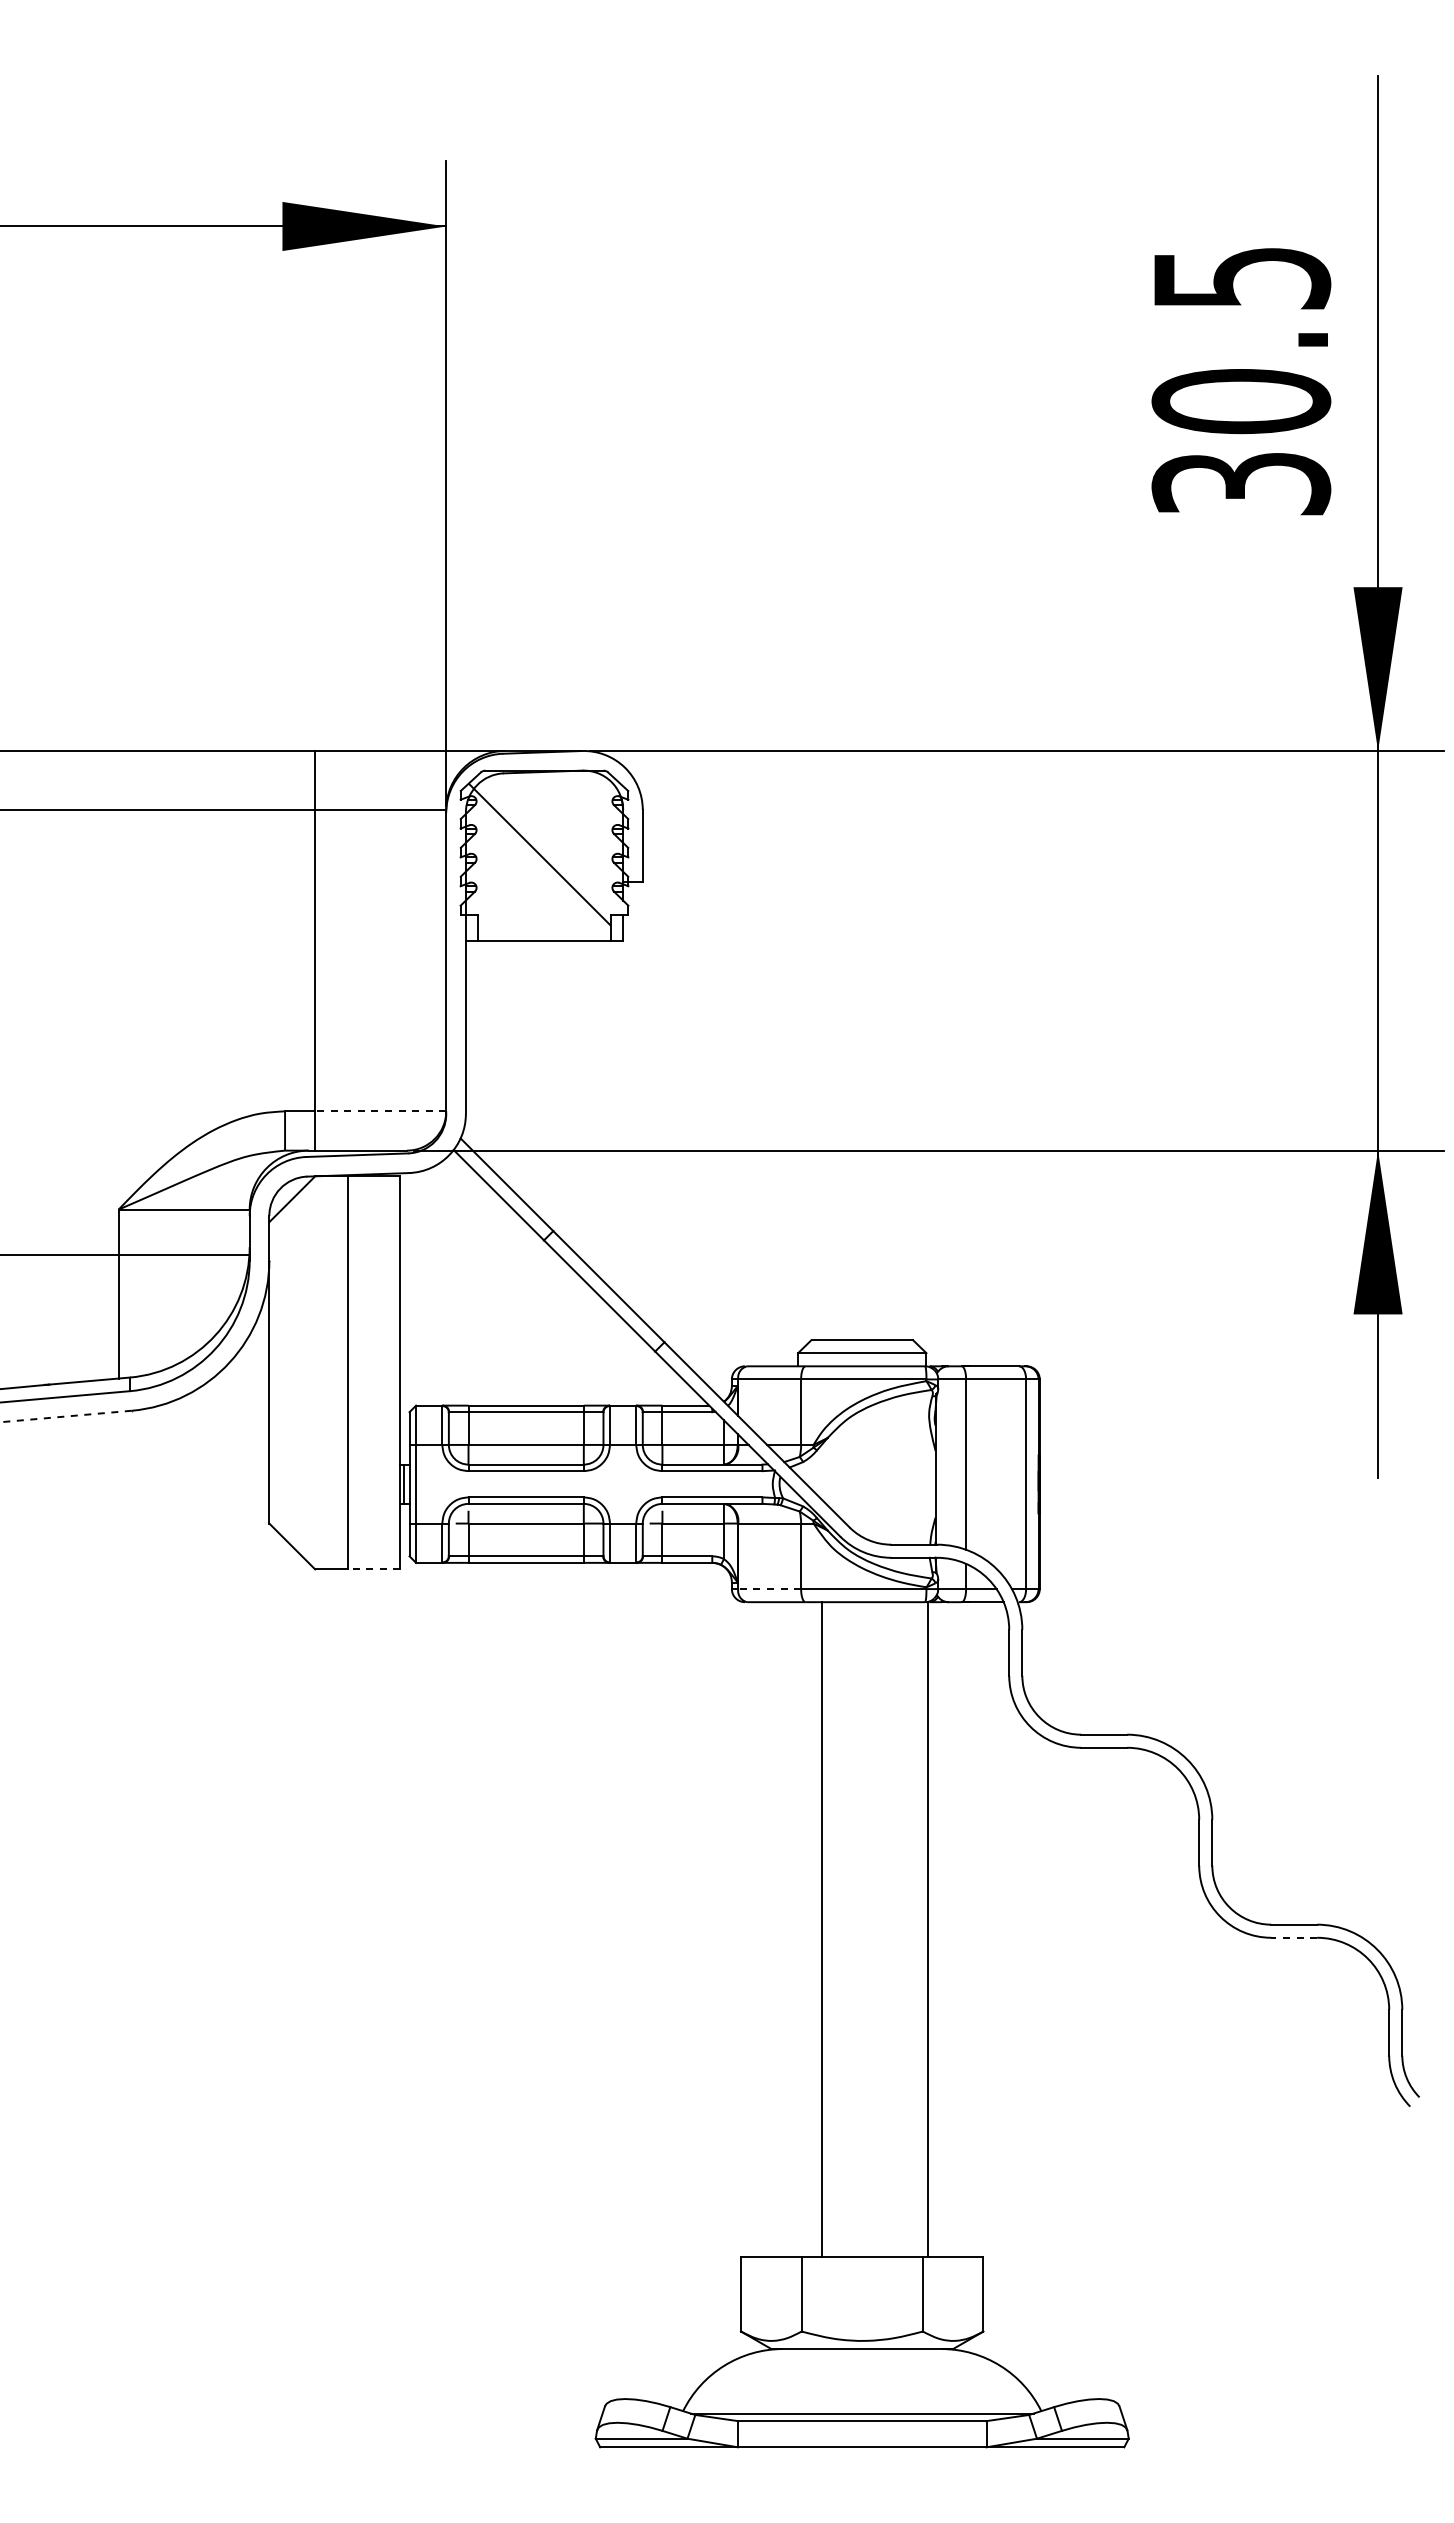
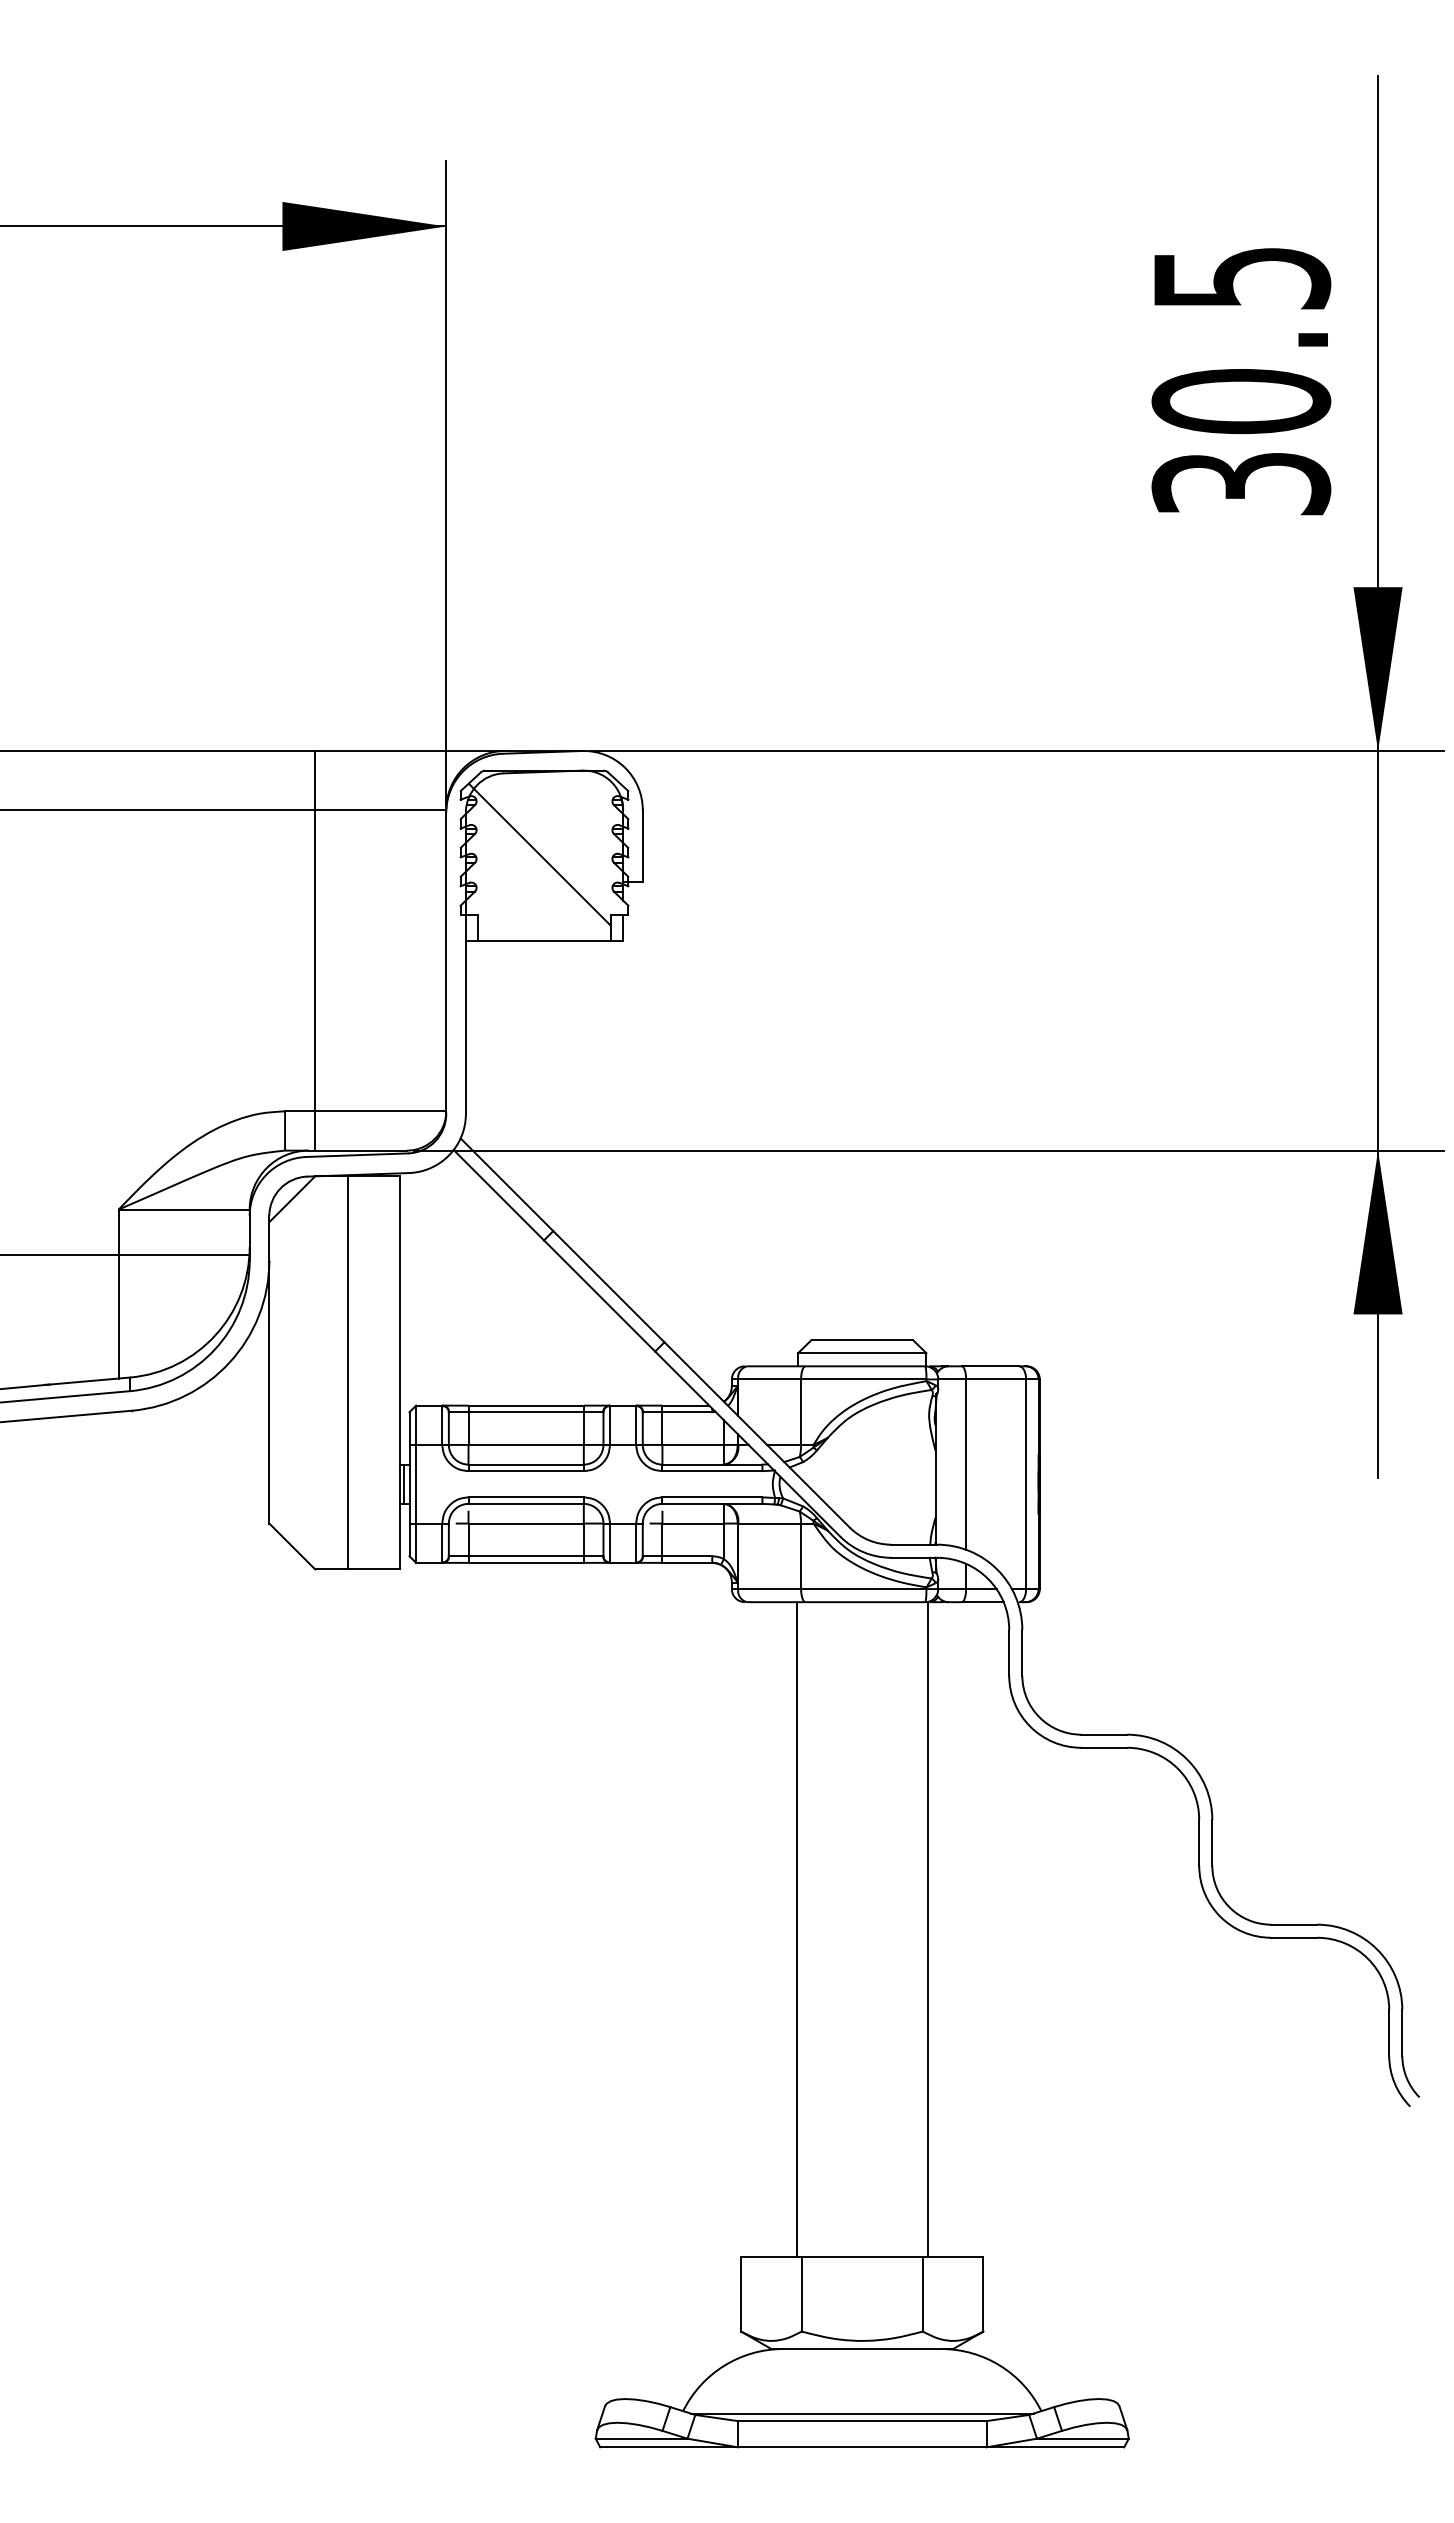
line at (380, 1111): dashed -> solid
line at (66, 1416): dashed -> solid
line at (373, 1569): dashed -> solid
line at (769, 1589): dashed -> solid
line at (821, 1929) position: (821, 1929) -> (796, 1929)
line at (1294, 1937): dashed -> solid
